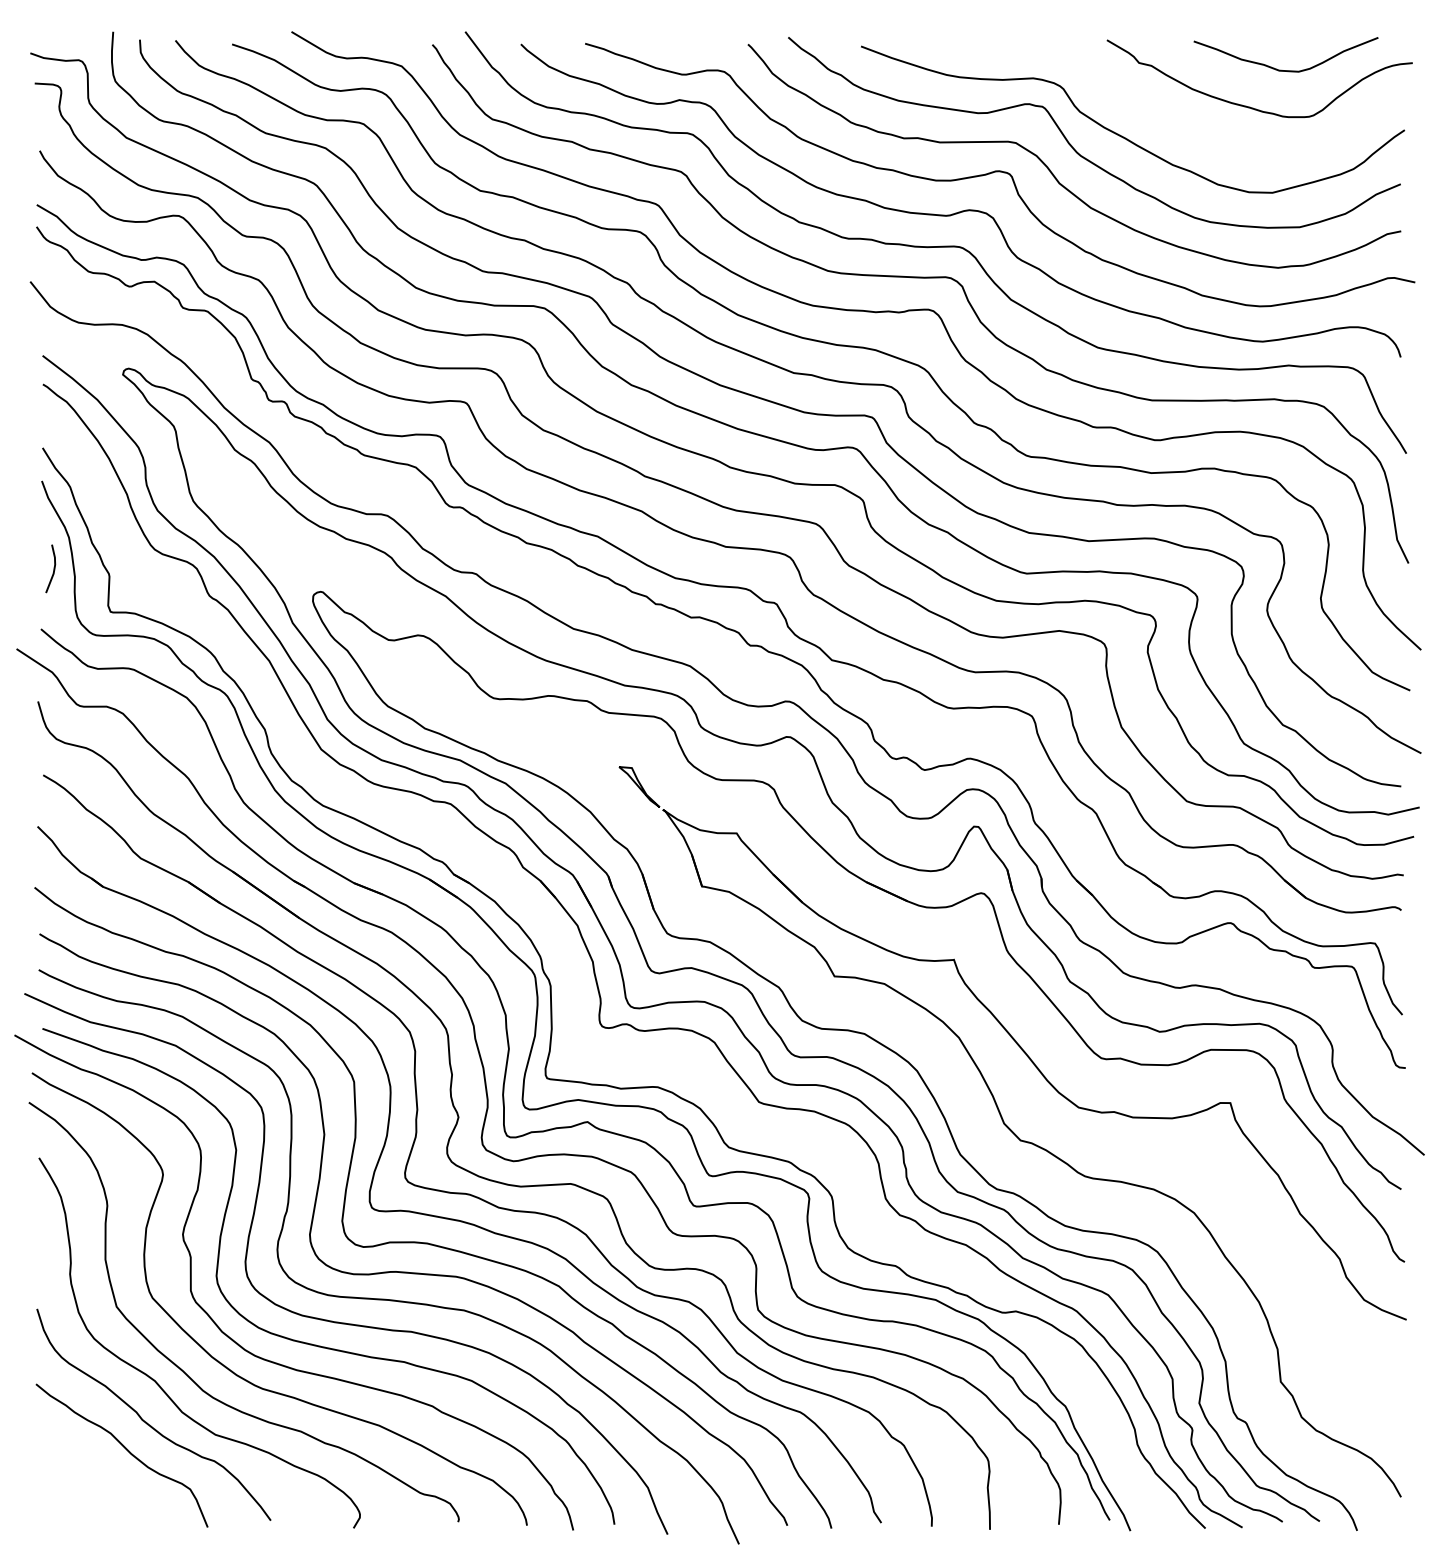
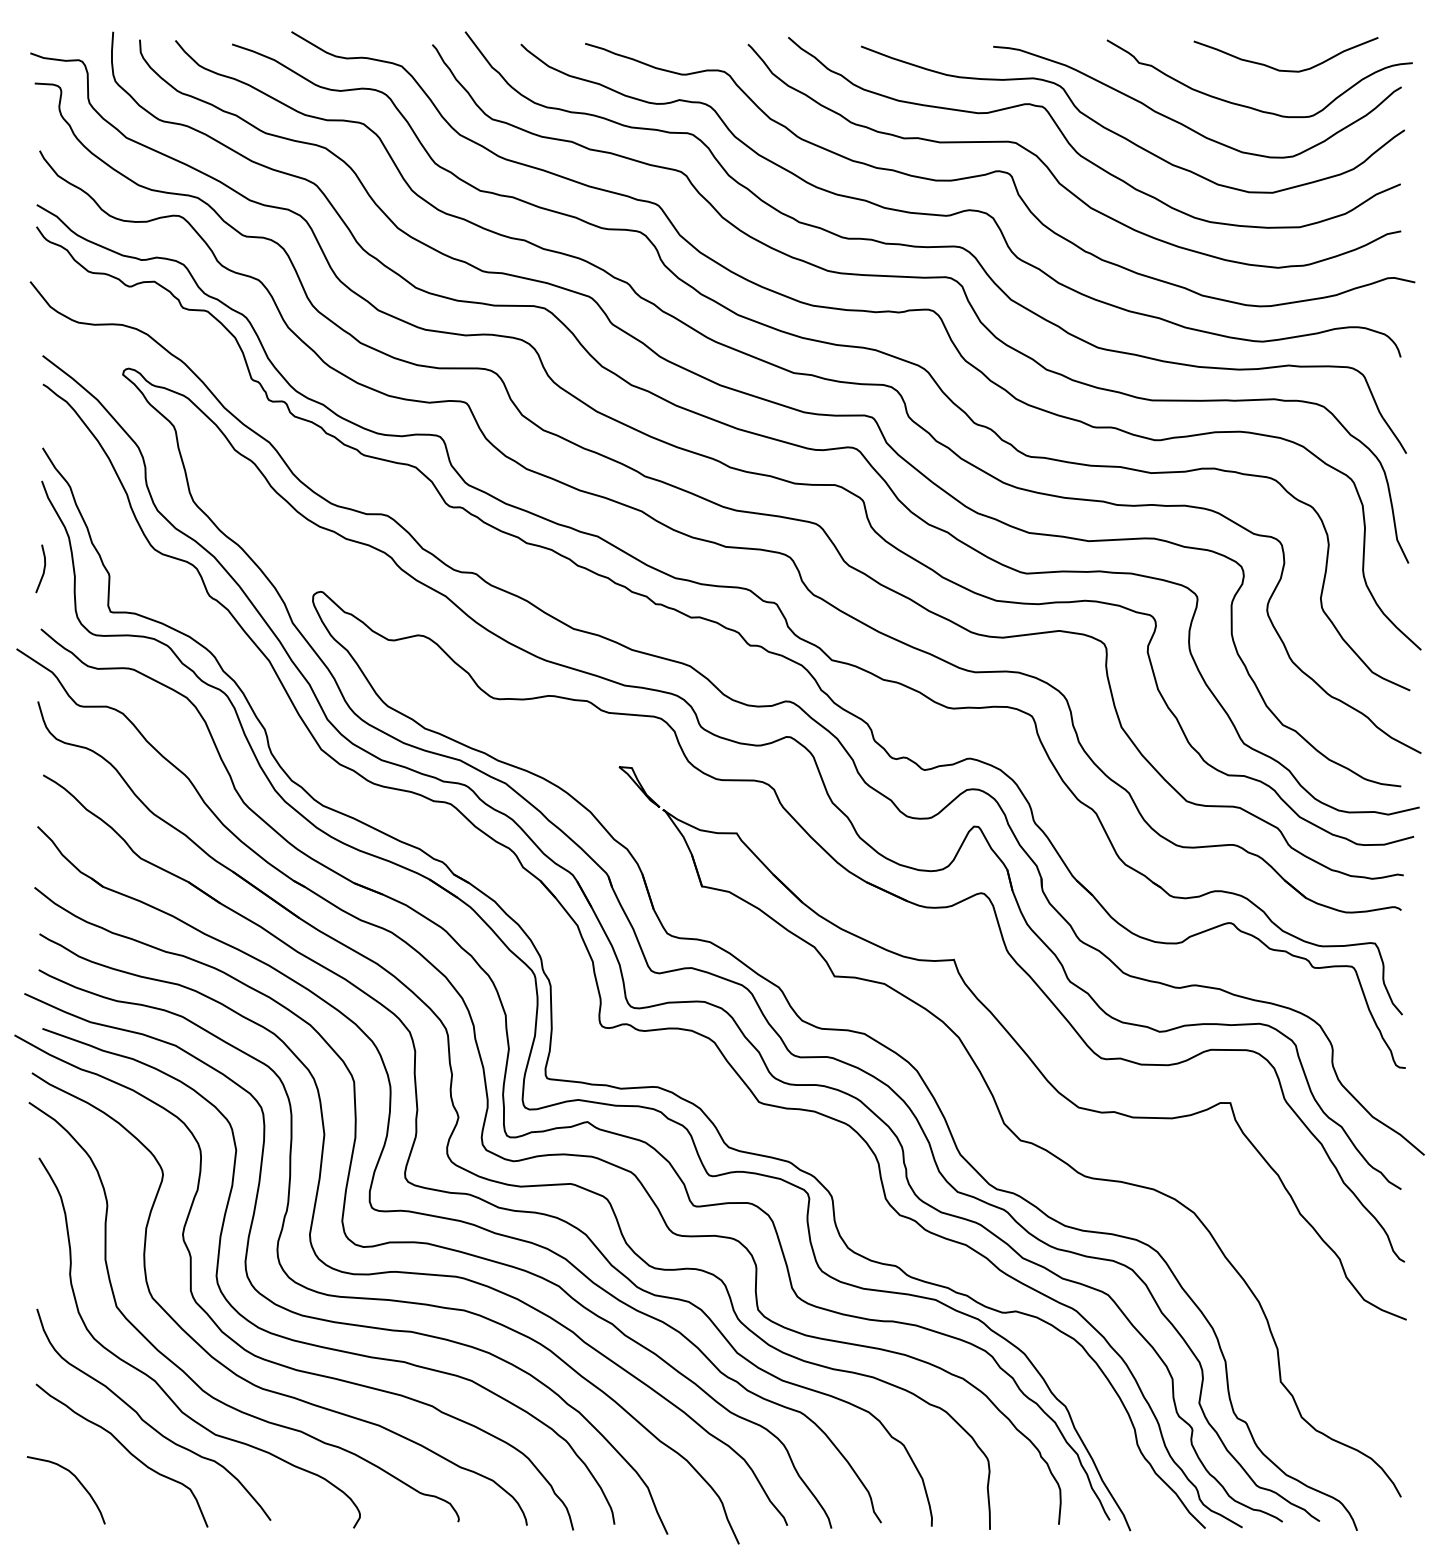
curve at (1186, 125): none -> present
line at (53, 568) position: (53, 568) -> (43, 568)
curve at (76, 1479): none -> present
